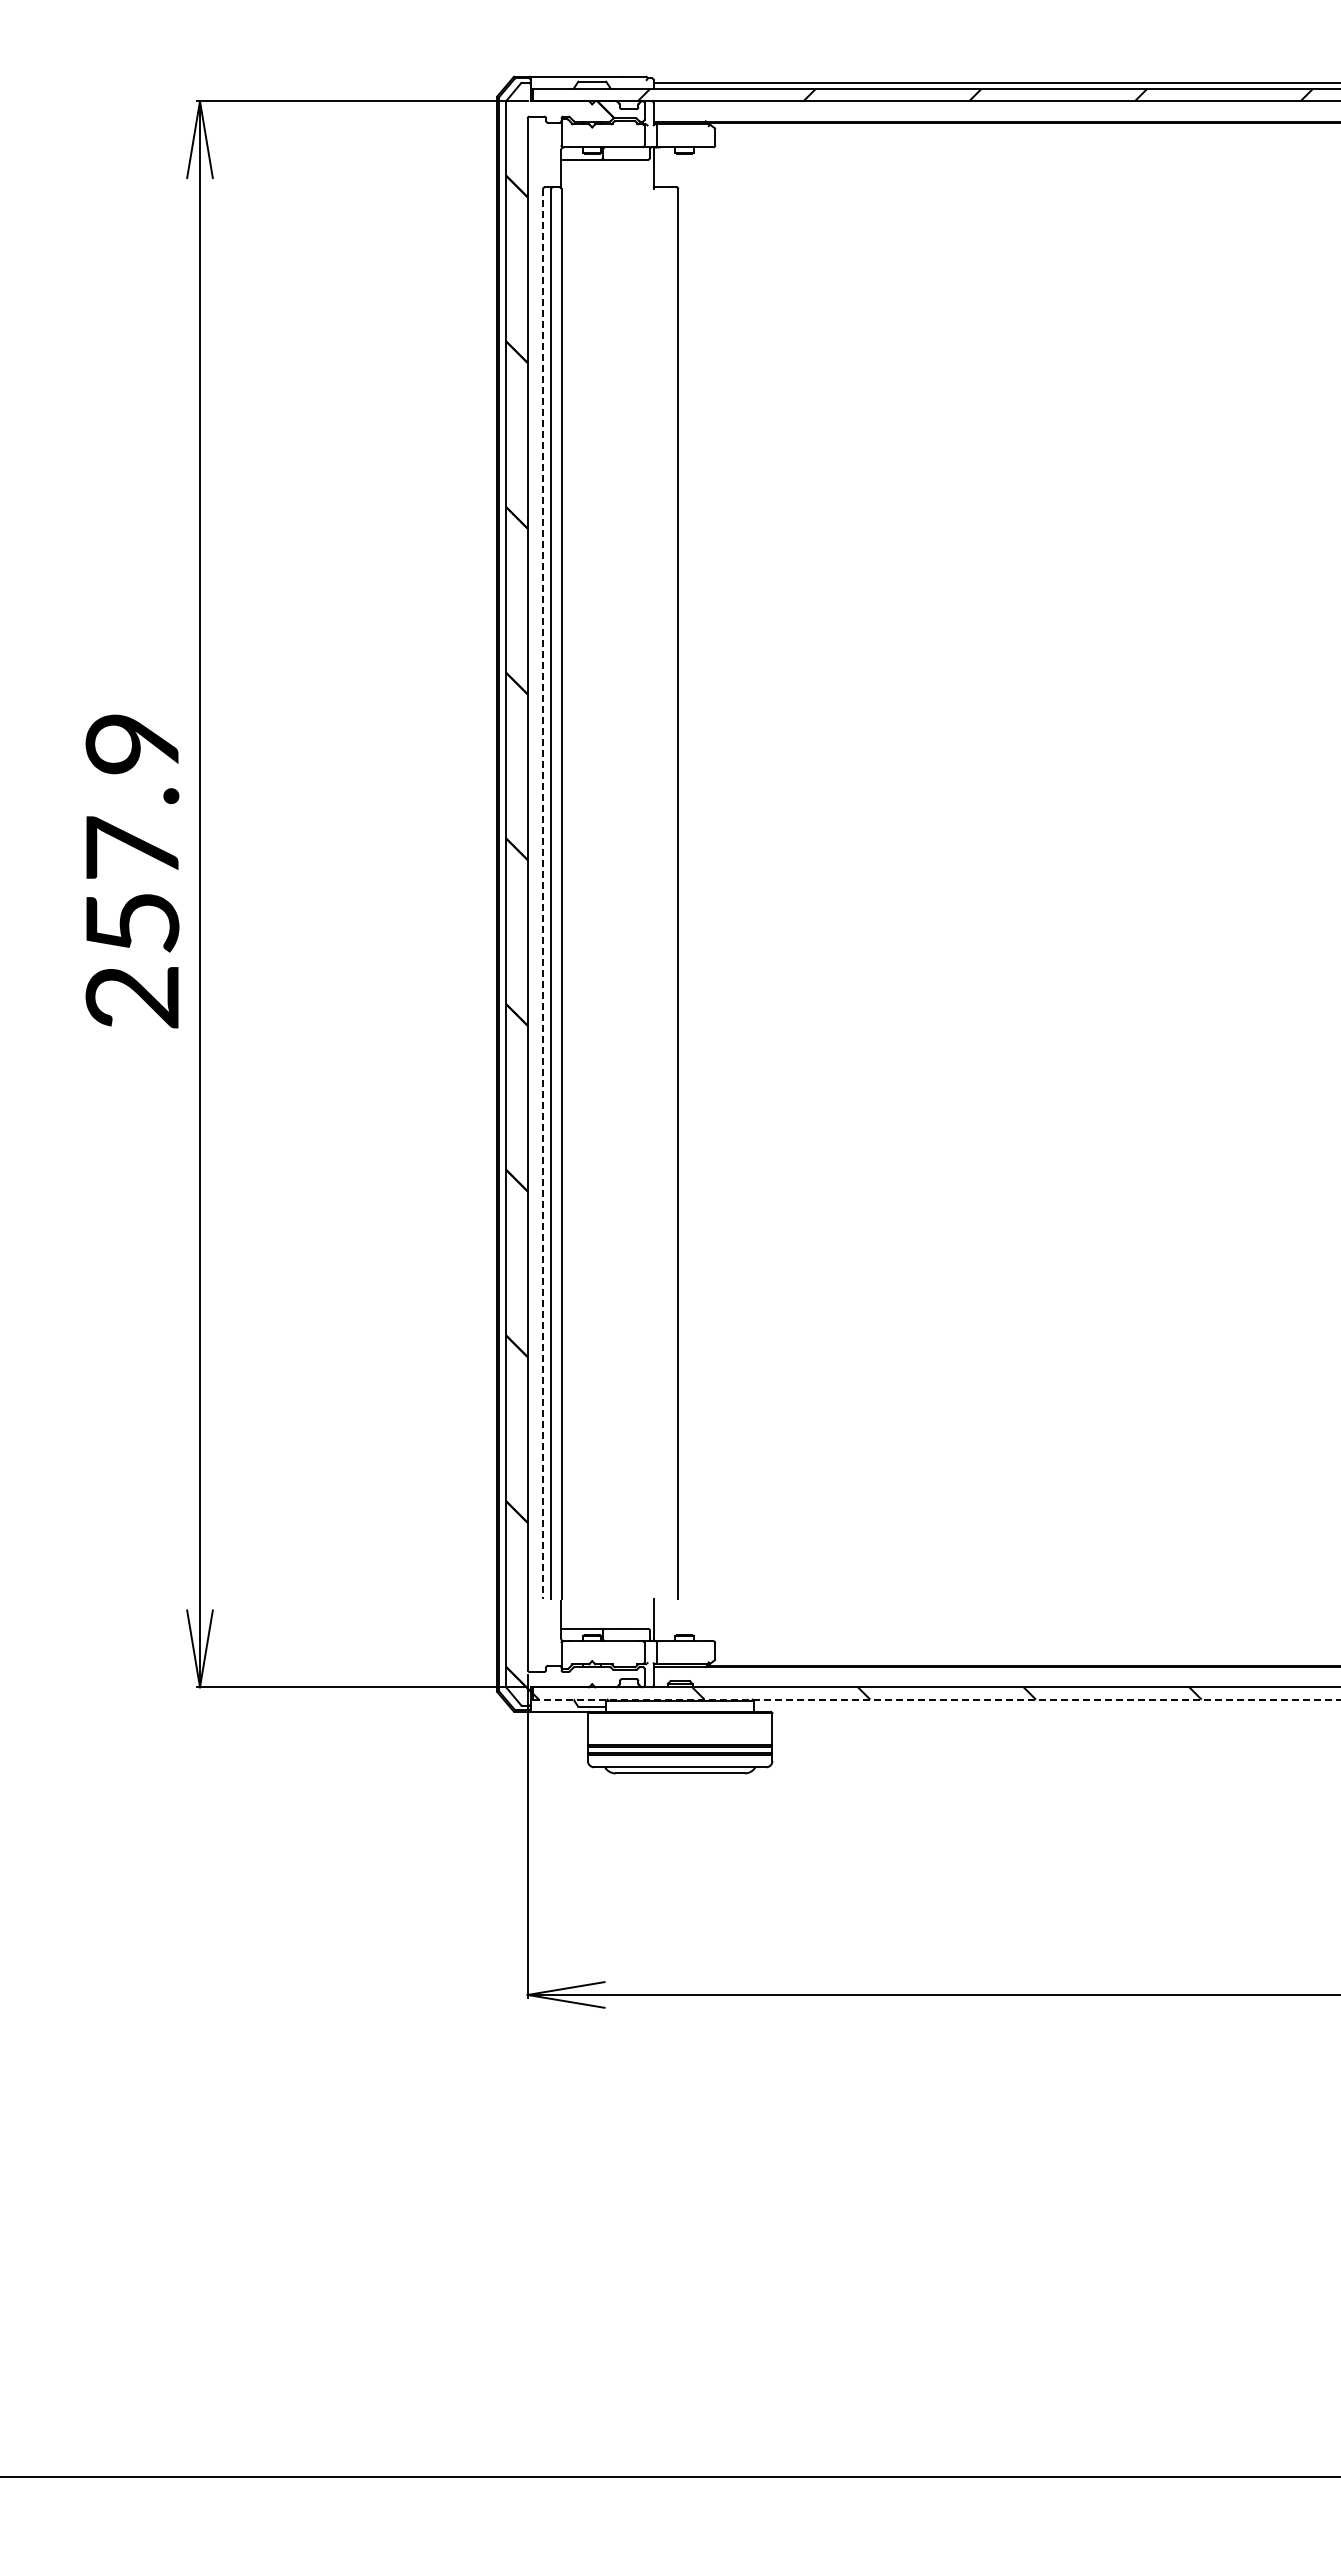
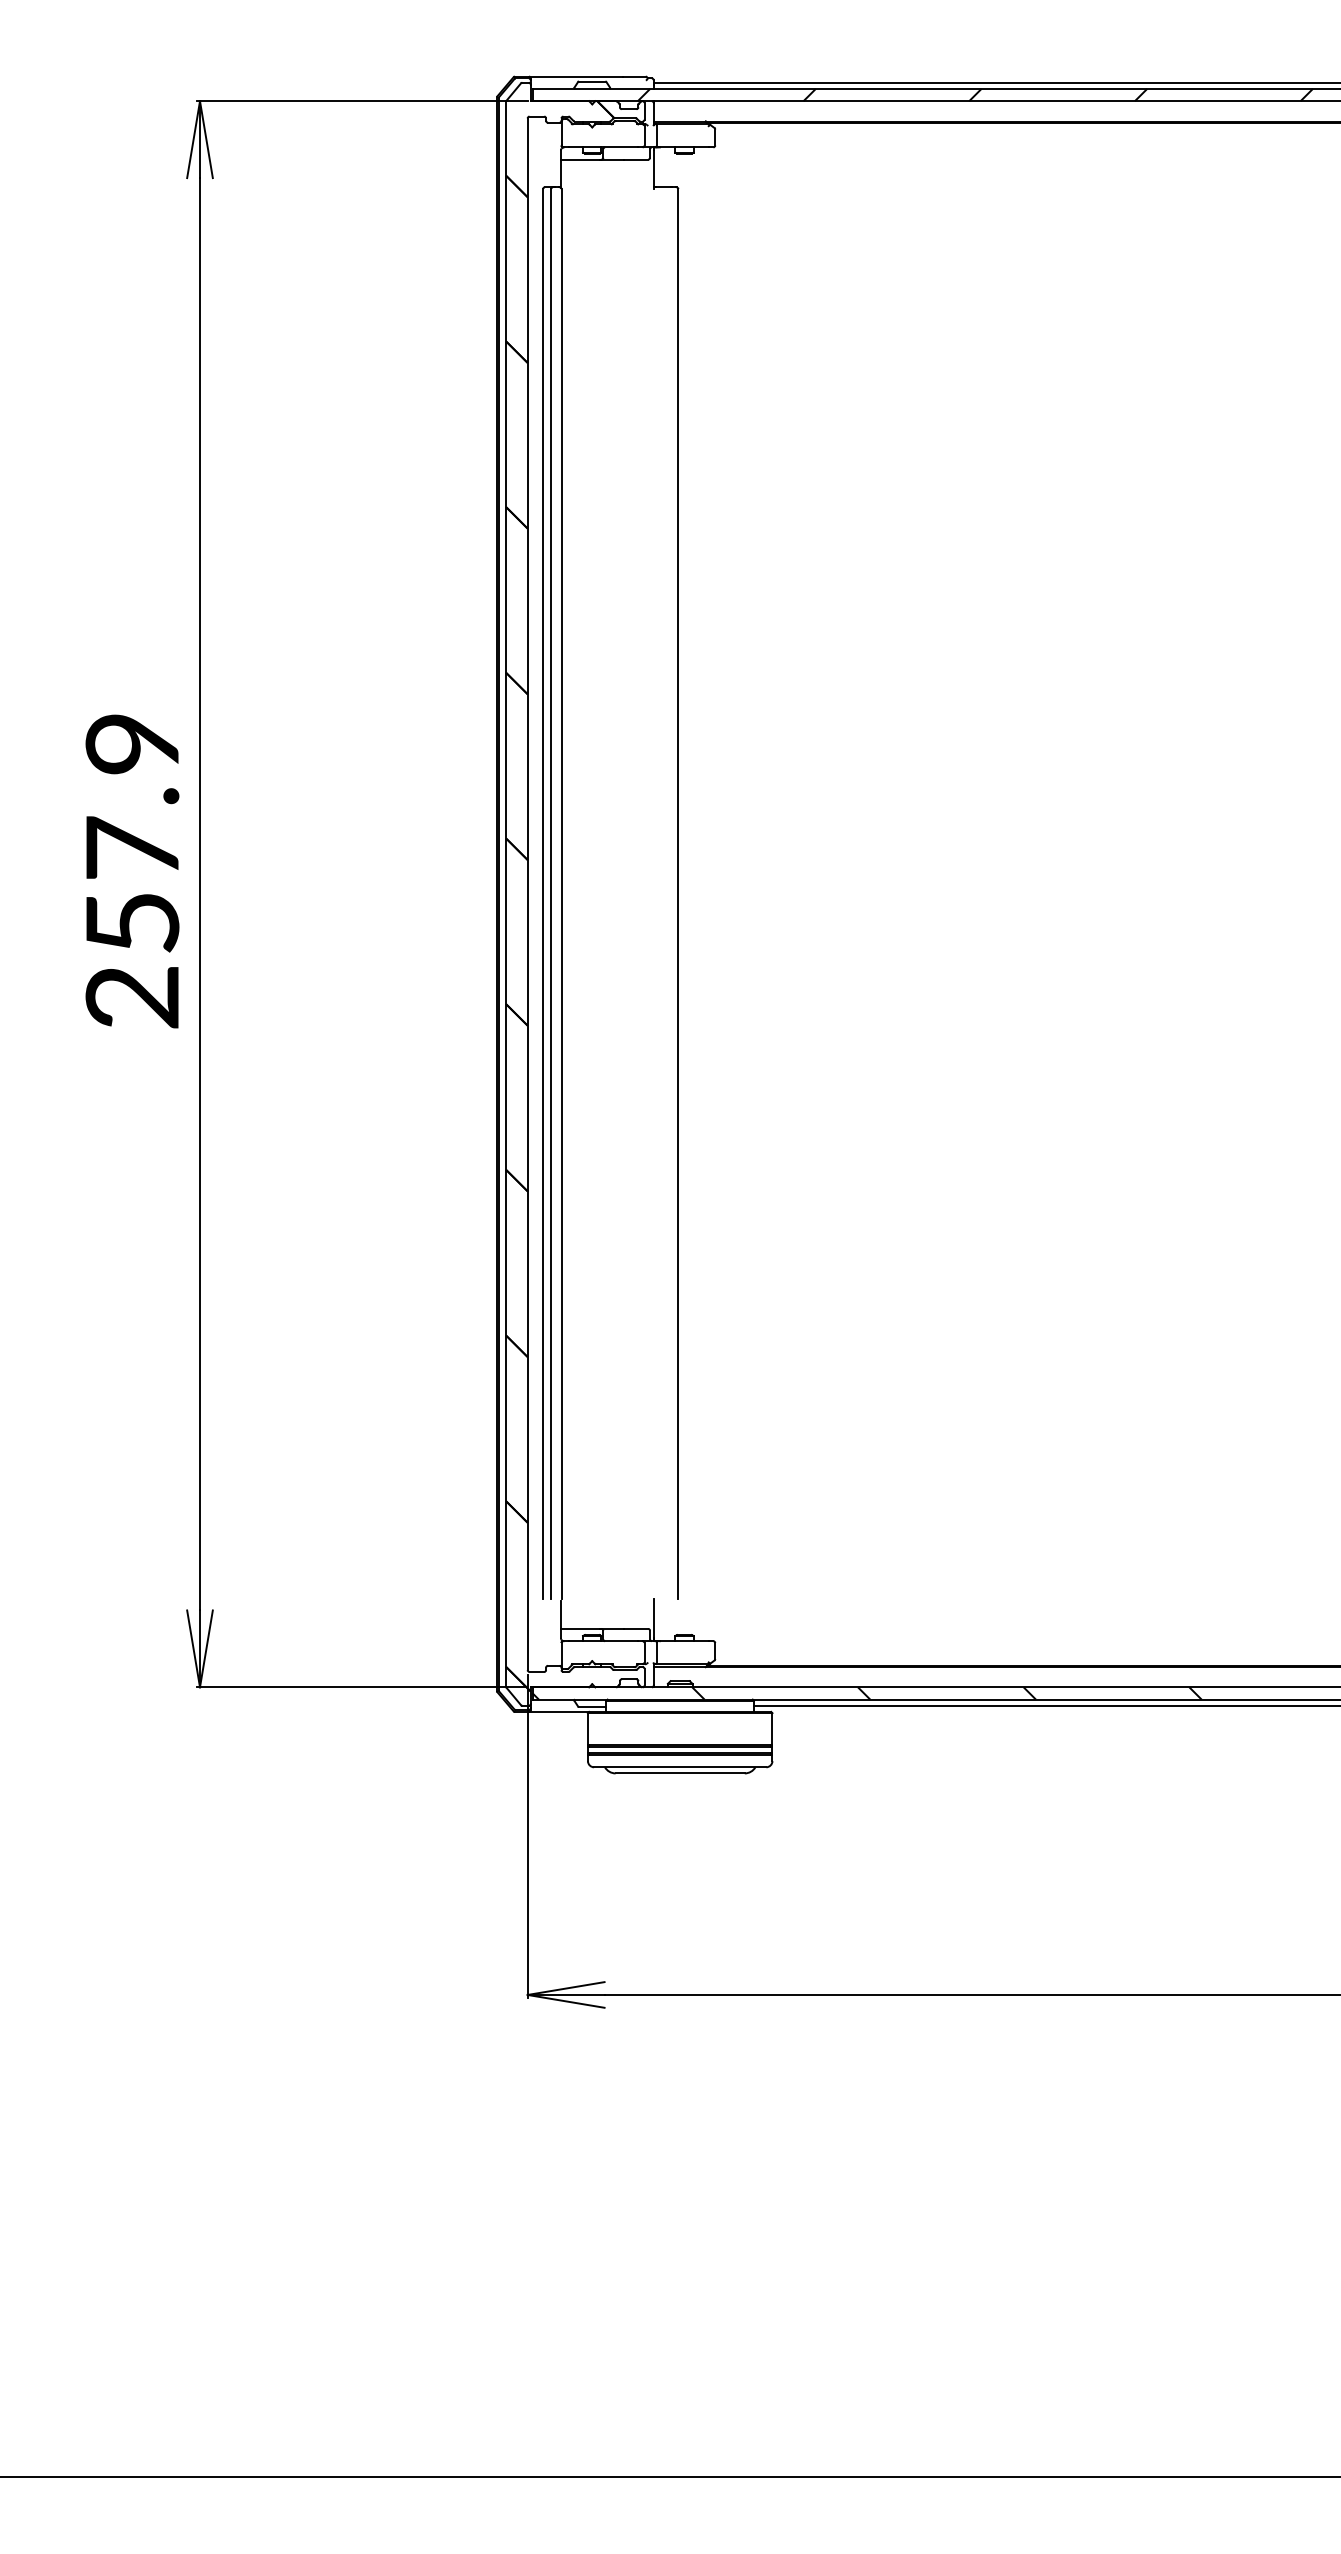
line at (543, 894): dashed -> solid
line at (936, 1699): dashed -> solid
line at (1045, 1705): none -> present
